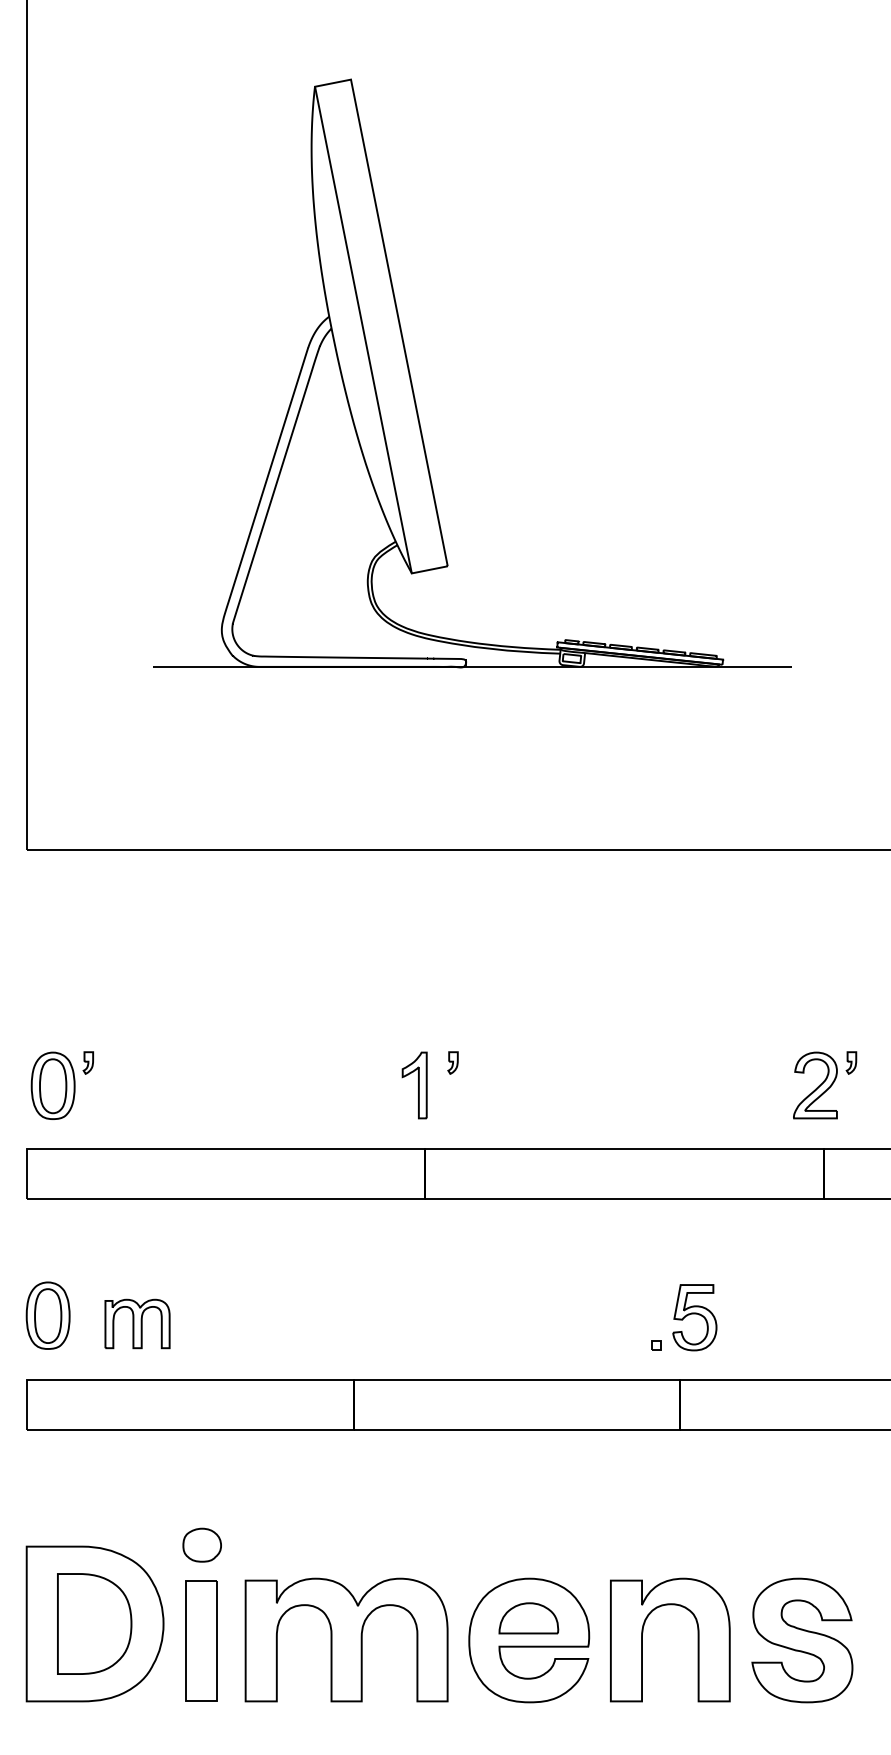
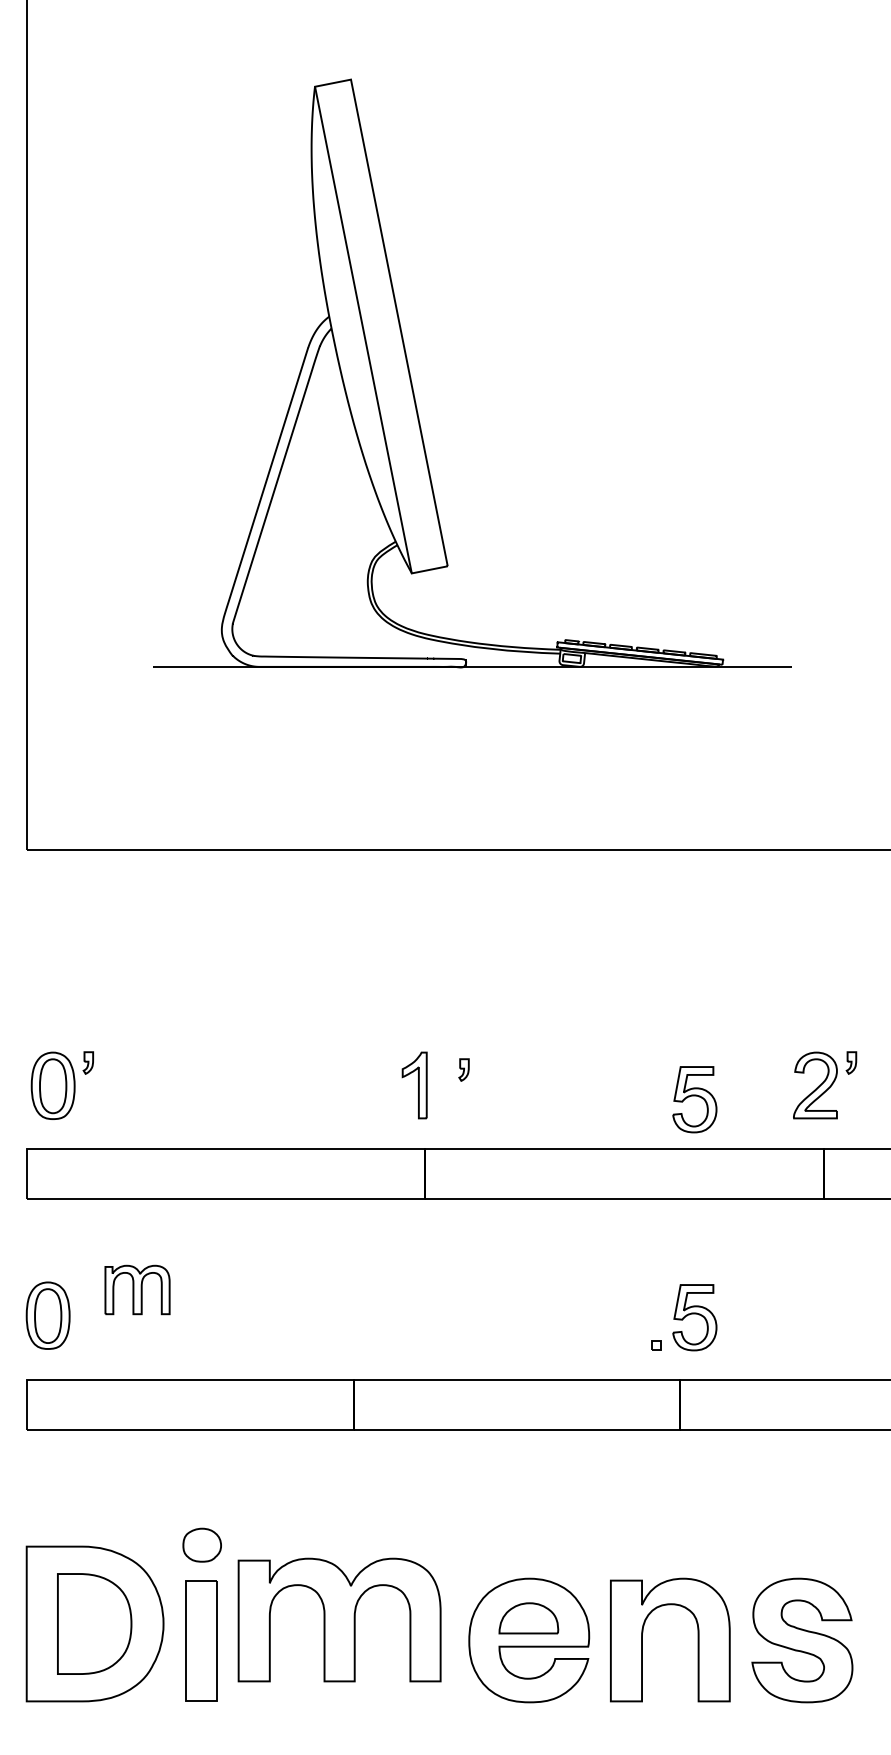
part at (452, 1062) position: (452, 1062) -> (463, 1069)
part at (694, 1099): none -> present
part at (137, 1323) position: (137, 1323) -> (137, 1289)
part at (346, 1639) position: (346, 1639) -> (339, 1619)
